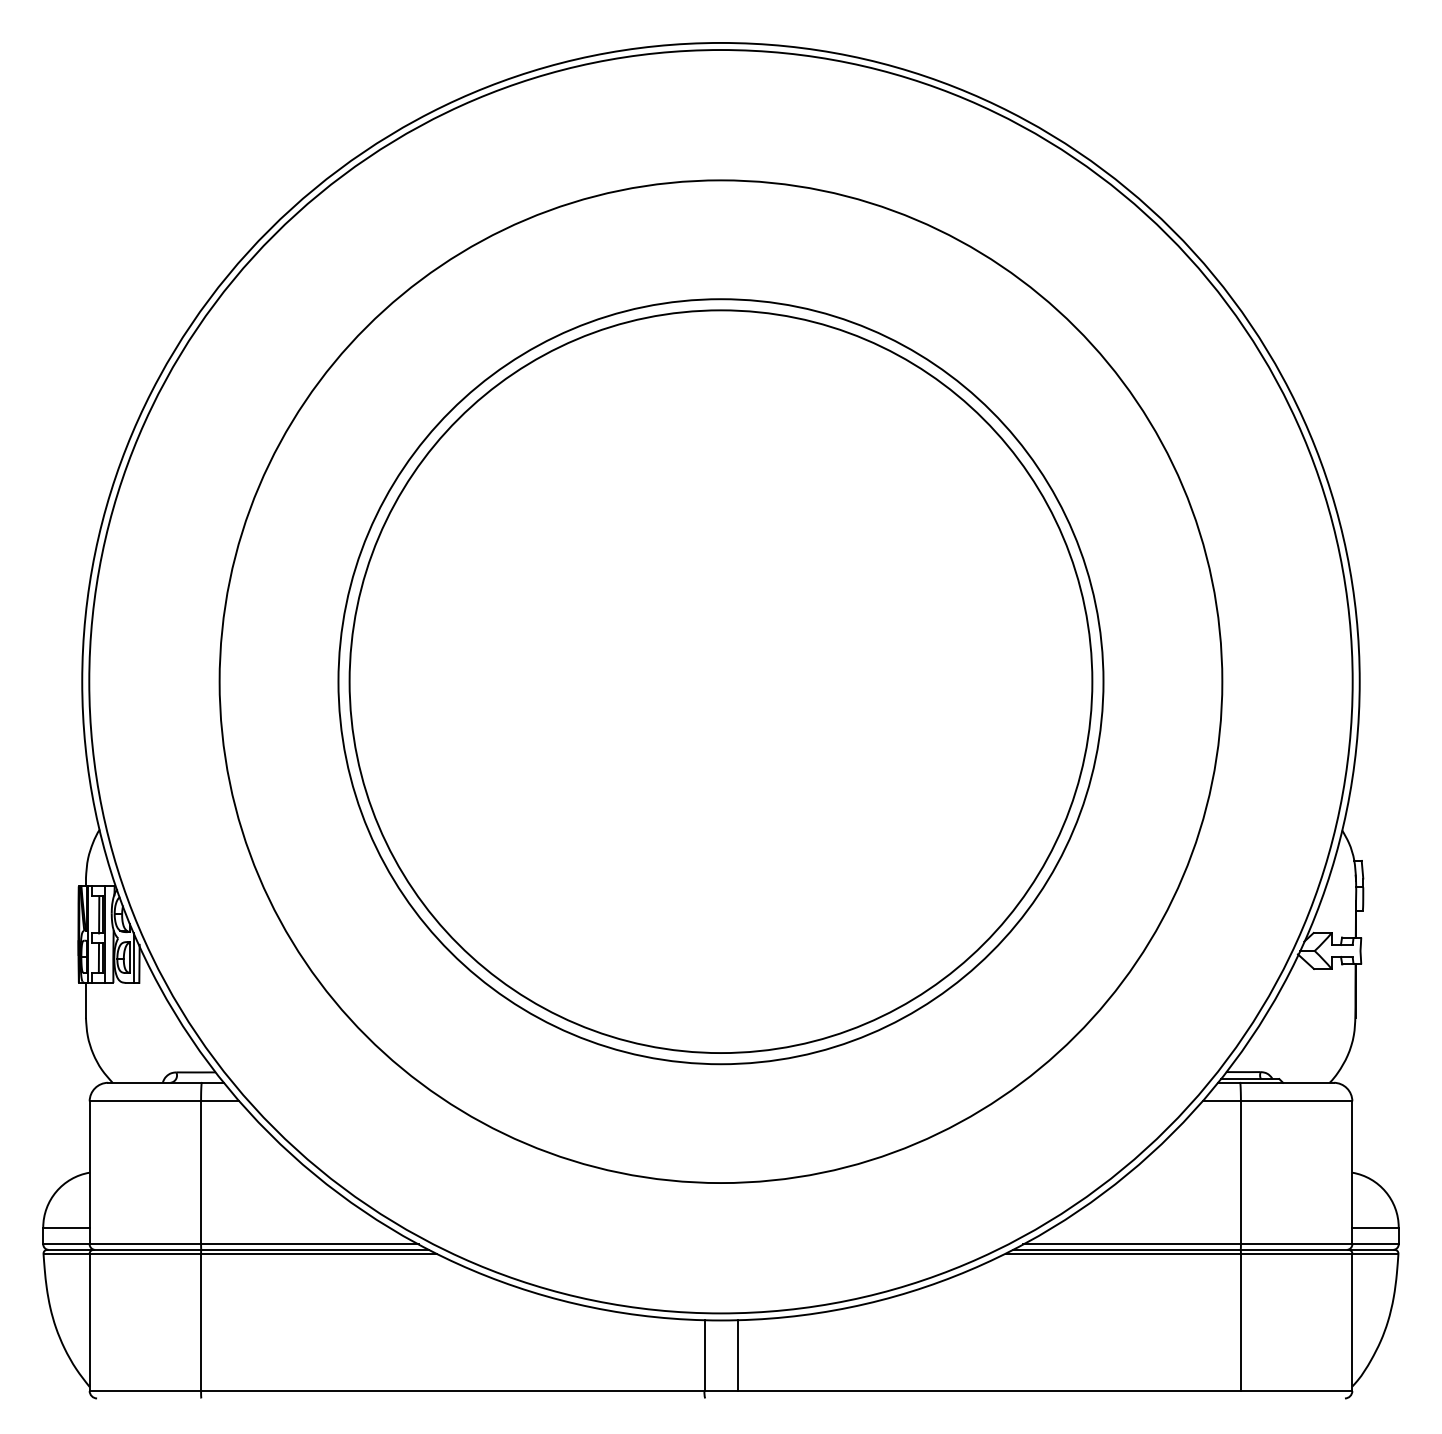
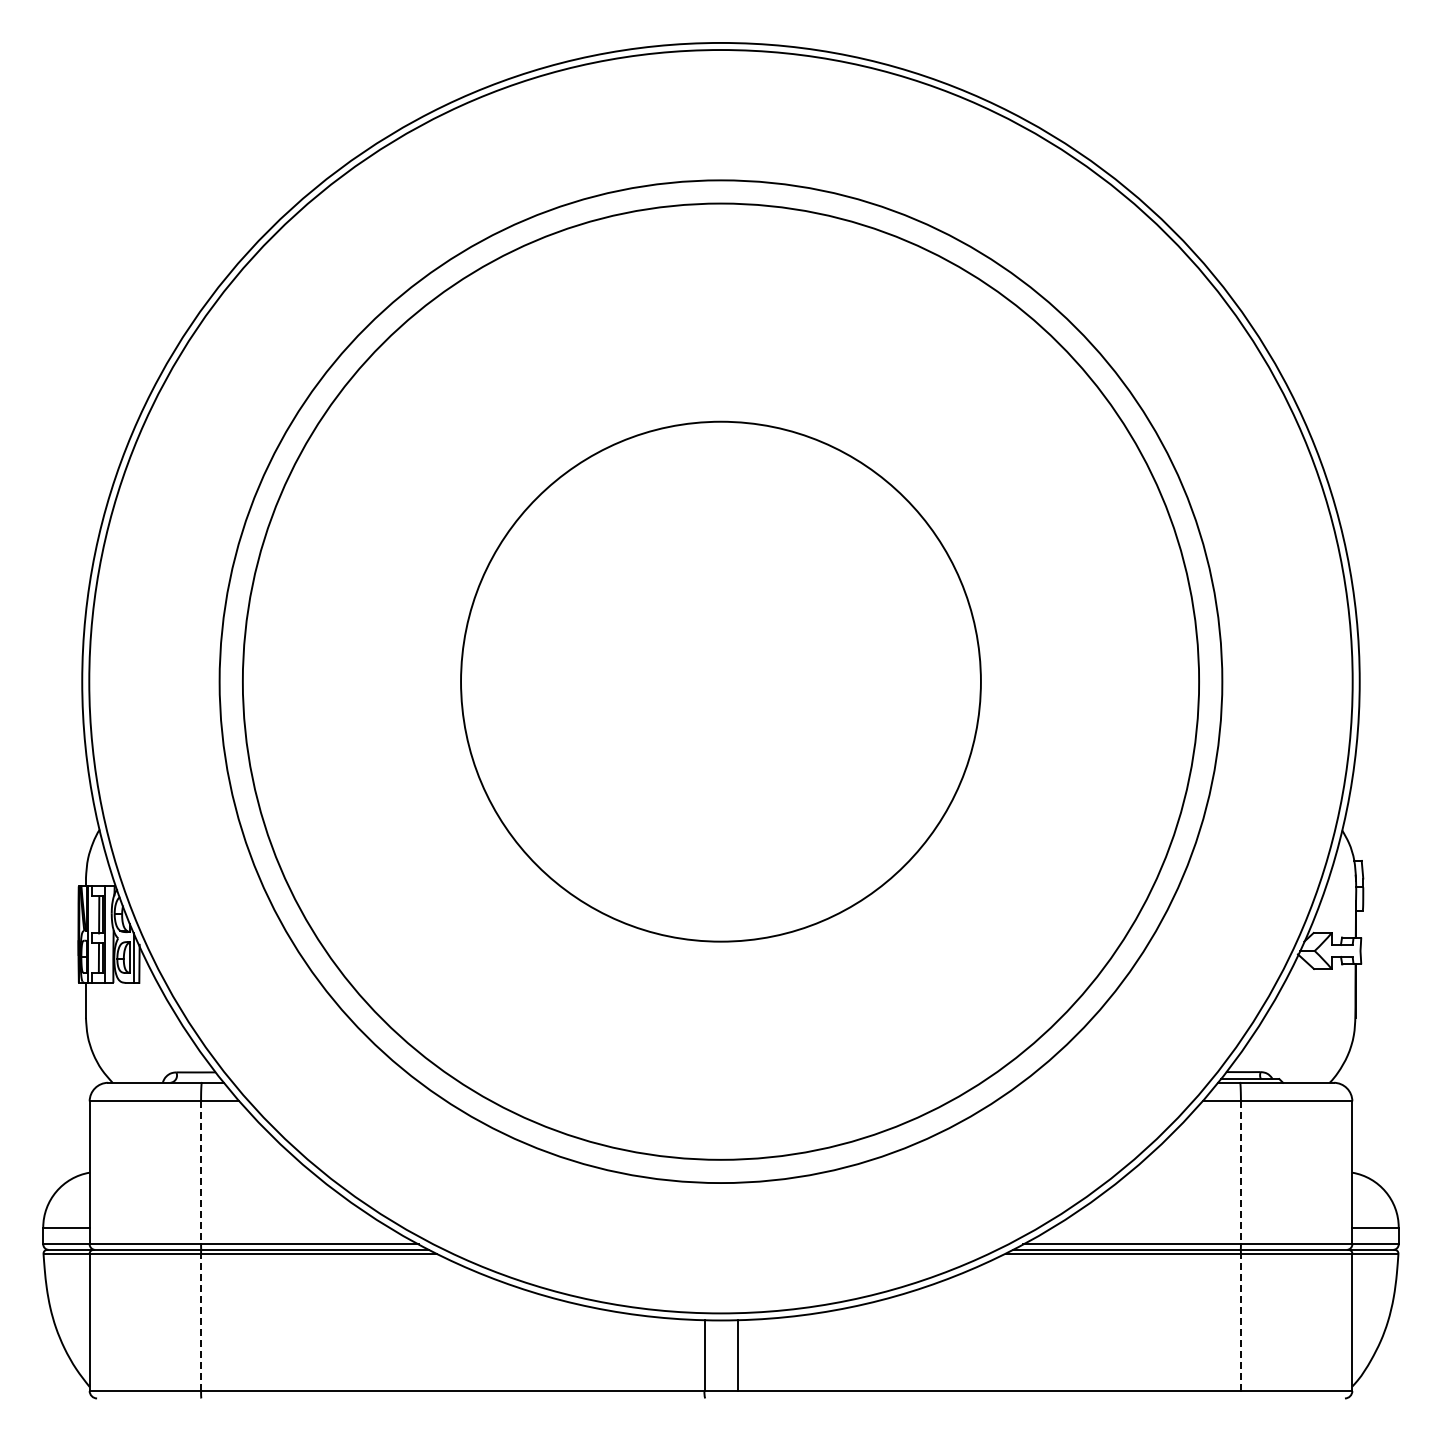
circle at (720, 681) diameter: 743 px -> 520 px
circle at (720, 681) diameter: 765 px -> 956 px
line at (201, 1173): solid -> dashed
line at (1240, 1173): solid -> dashed
line at (201, 1322): solid -> dashed
line at (1240, 1322): solid -> dashed
